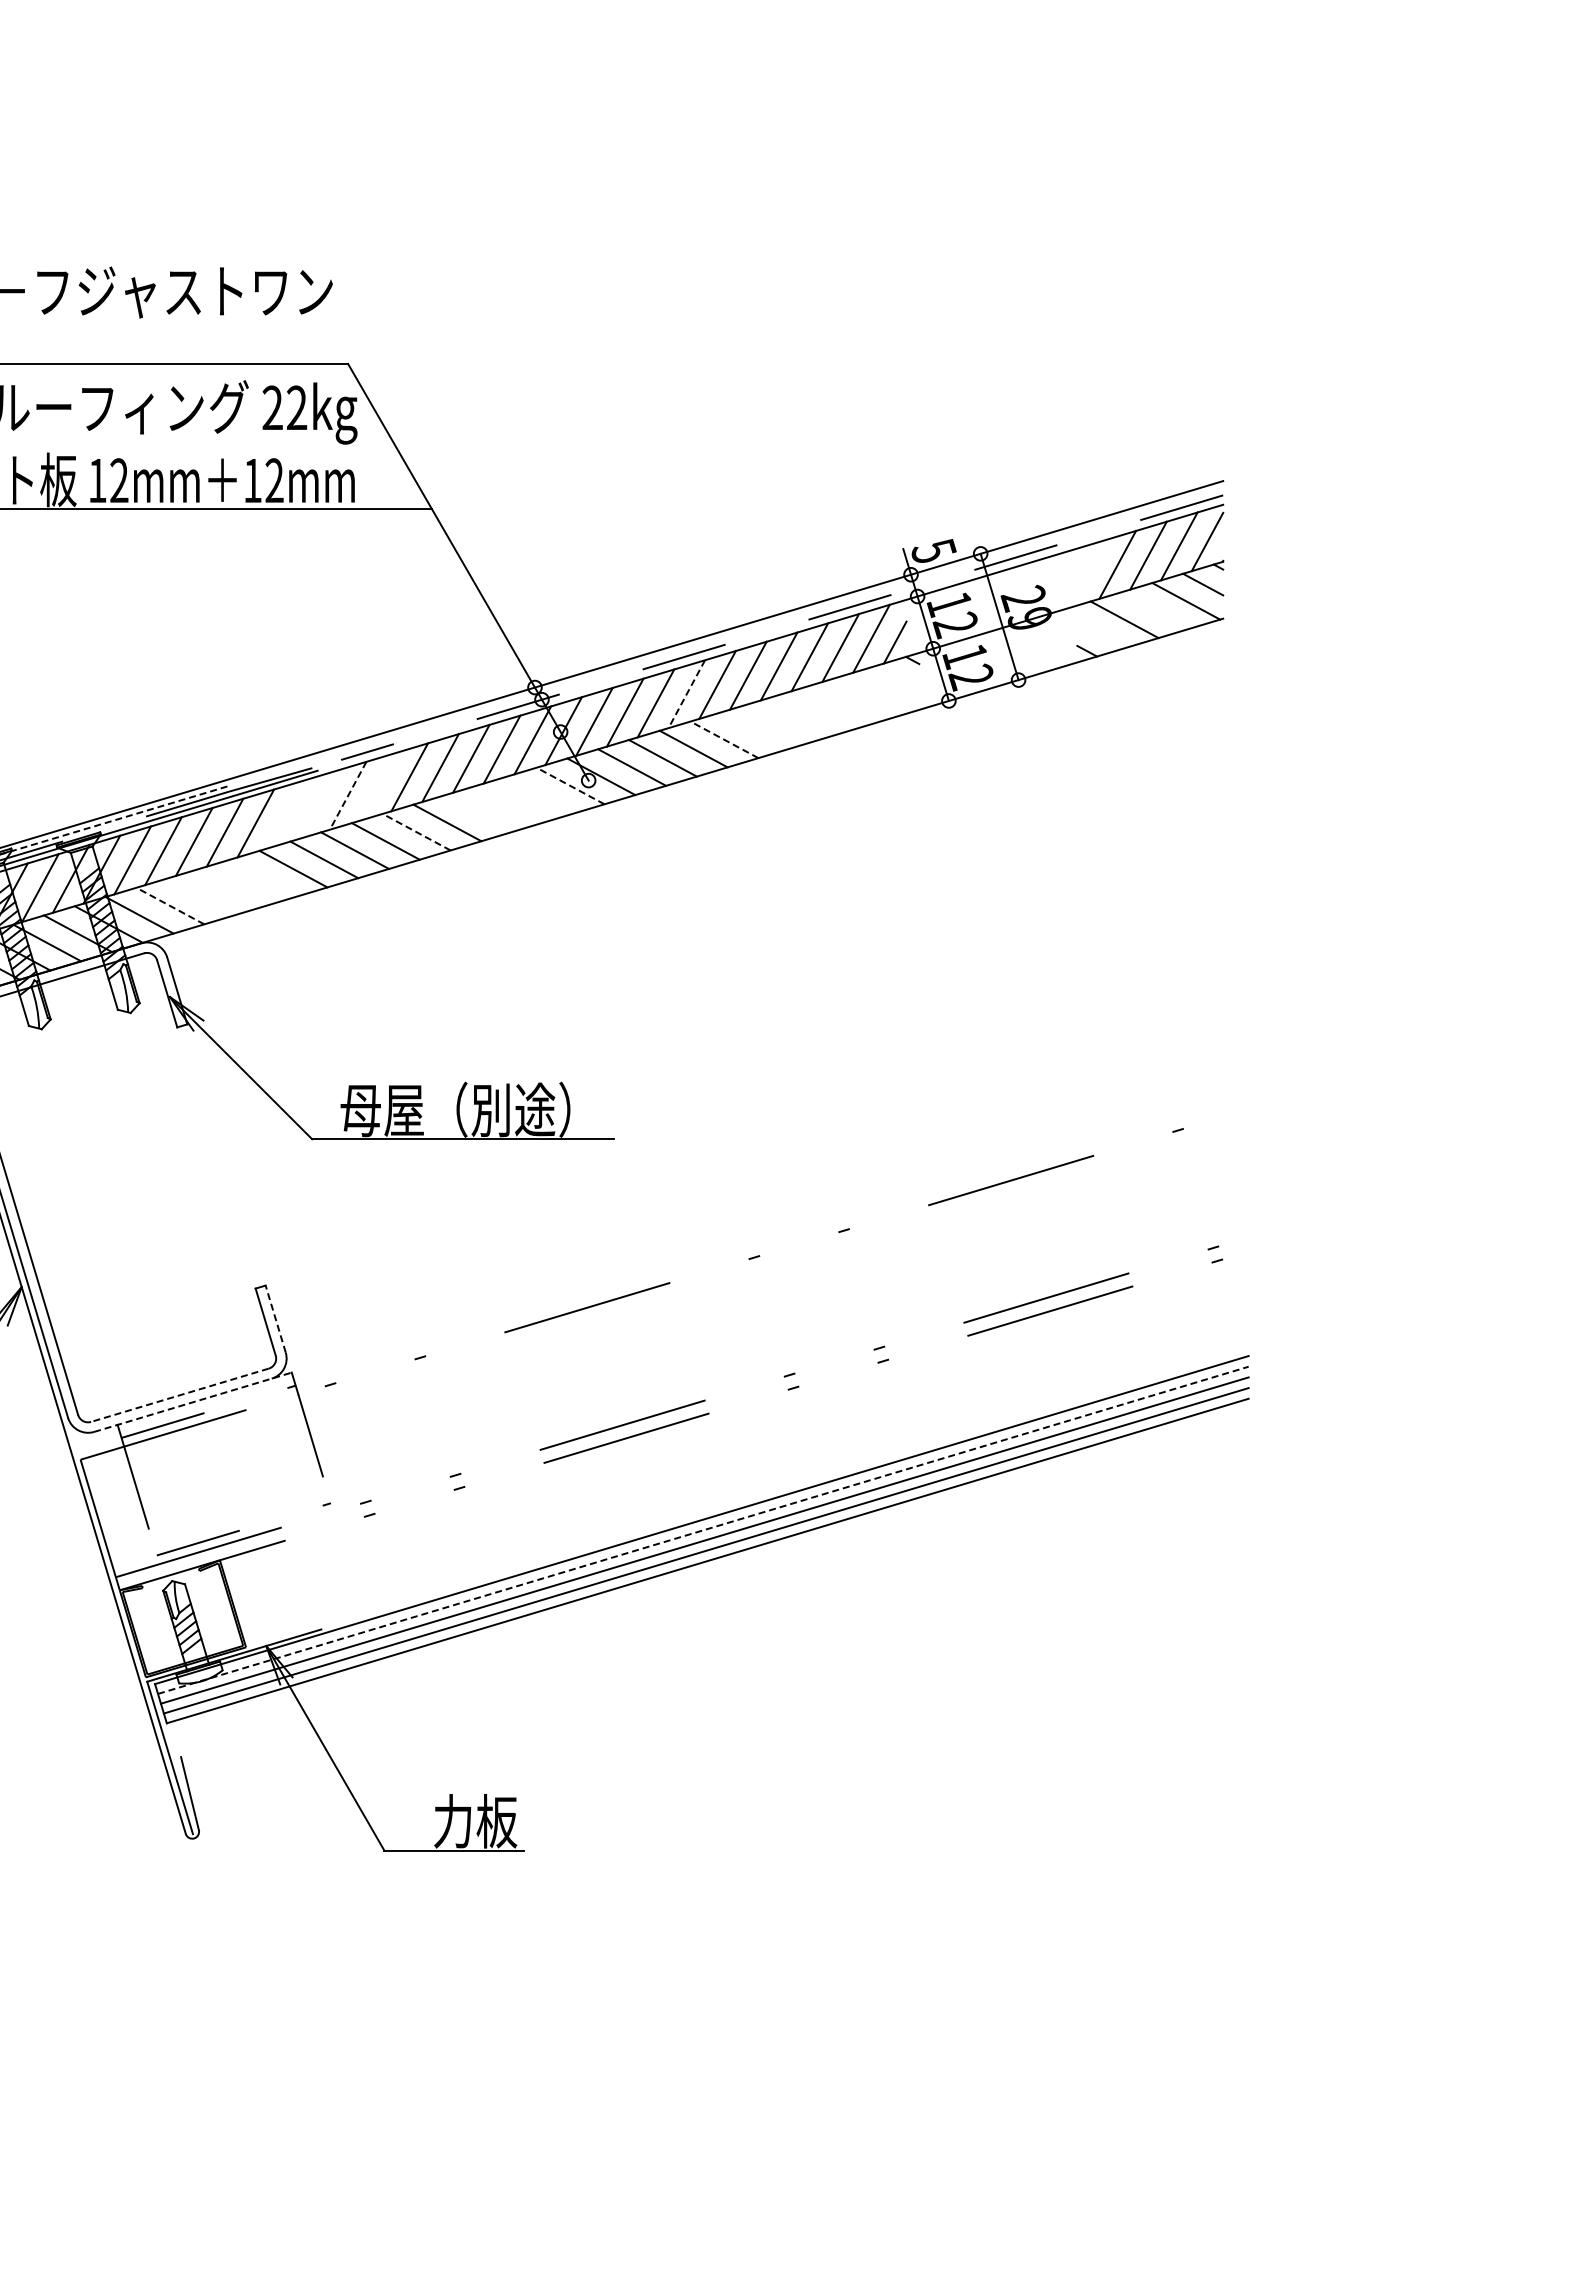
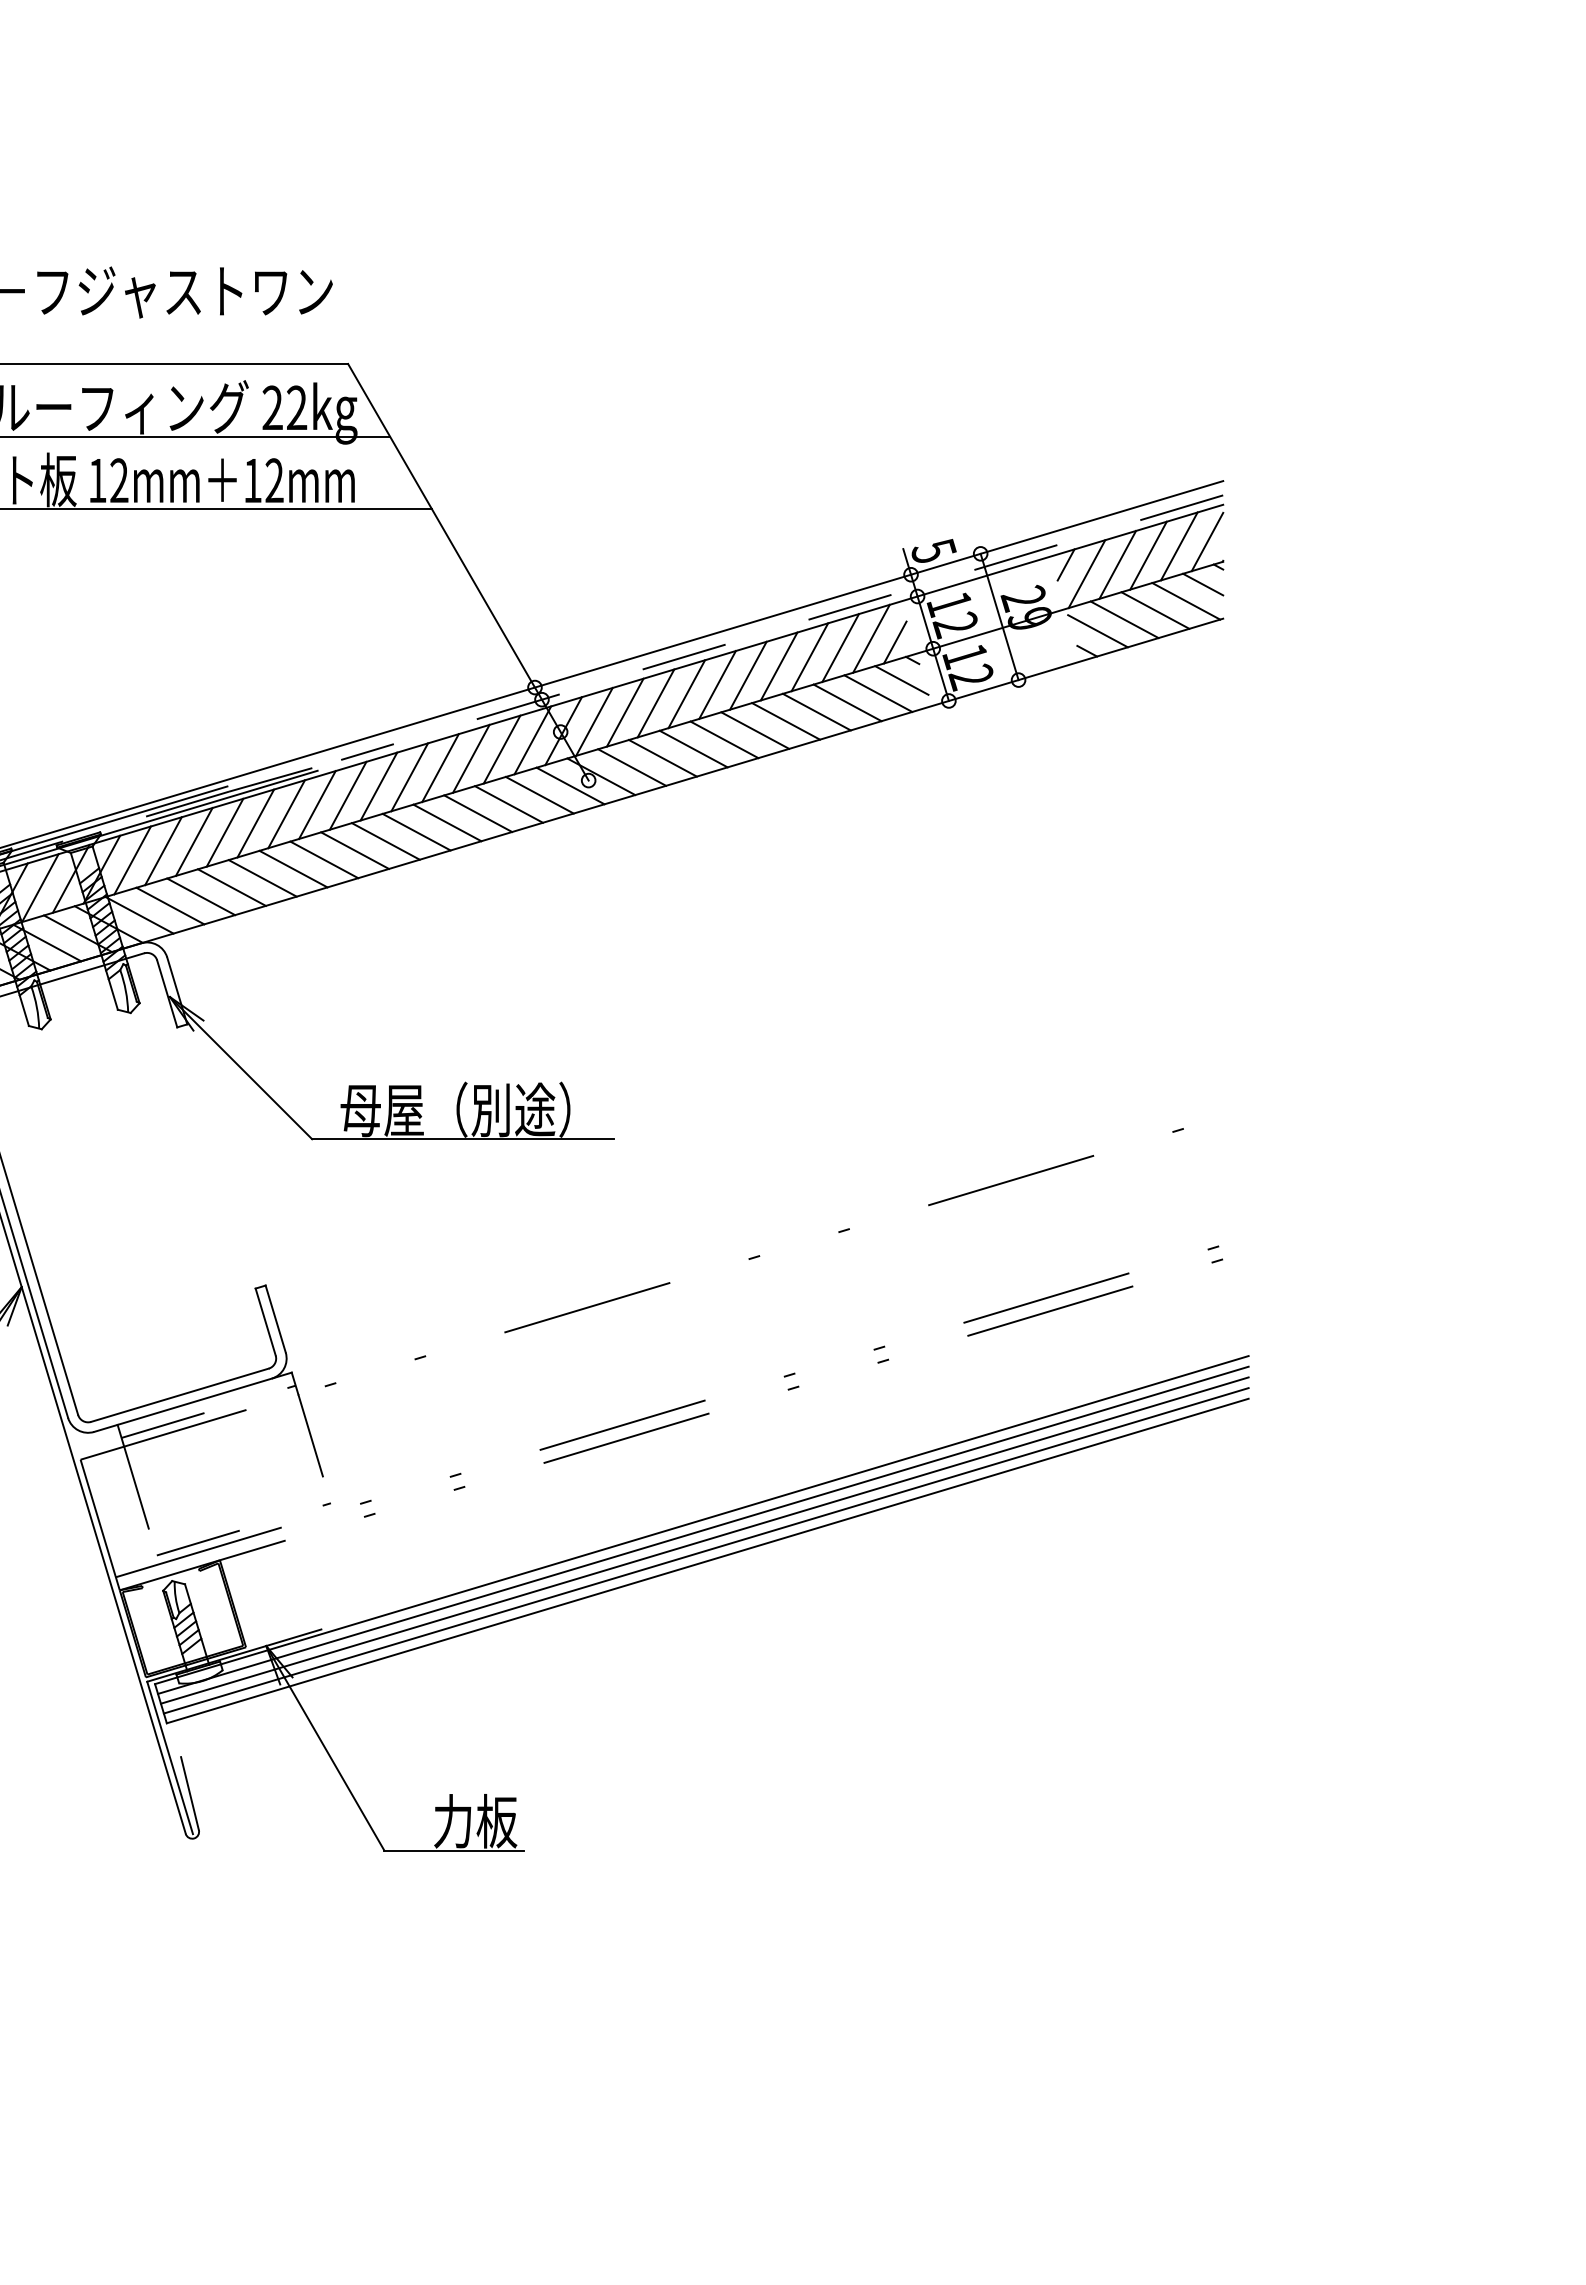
line at (196, 436): none -> present
line at (1065, 564): none -> present
line at (1086, 574): none -> present
line at (1155, 610): none -> present
line at (1097, 631): none -> present
line at (901, 680): none -> present
line at (878, 693): none -> present
line at (686, 694): dashed -> solid
line at (847, 702): none -> present
line at (816, 711): none -> present
line at (786, 721): none -> present
line at (755, 730): none -> present
line at (724, 739): dashed -> solid
line at (378, 786): none -> present
line at (570, 786): dashed -> solid
line at (539, 794): none -> present
line at (348, 795): dashed -> solid
line at (508, 804): none -> present
line at (317, 805): none -> present
line at (478, 813): none -> present
line at (286, 814): none -> present
line at (113, 820): dashed -> solid
line at (416, 832): dashed -> solid
line at (262, 878): none -> present
line at (231, 887): none -> present
line at (201, 896): none -> present
line at (170, 906): dashed -> solid
line at (275, 1318): dashed -> solid
line at (179, 1395): dashed -> solid
line at (193, 1402): dashed -> solid
line at (703, 1530): dashed -> solid
